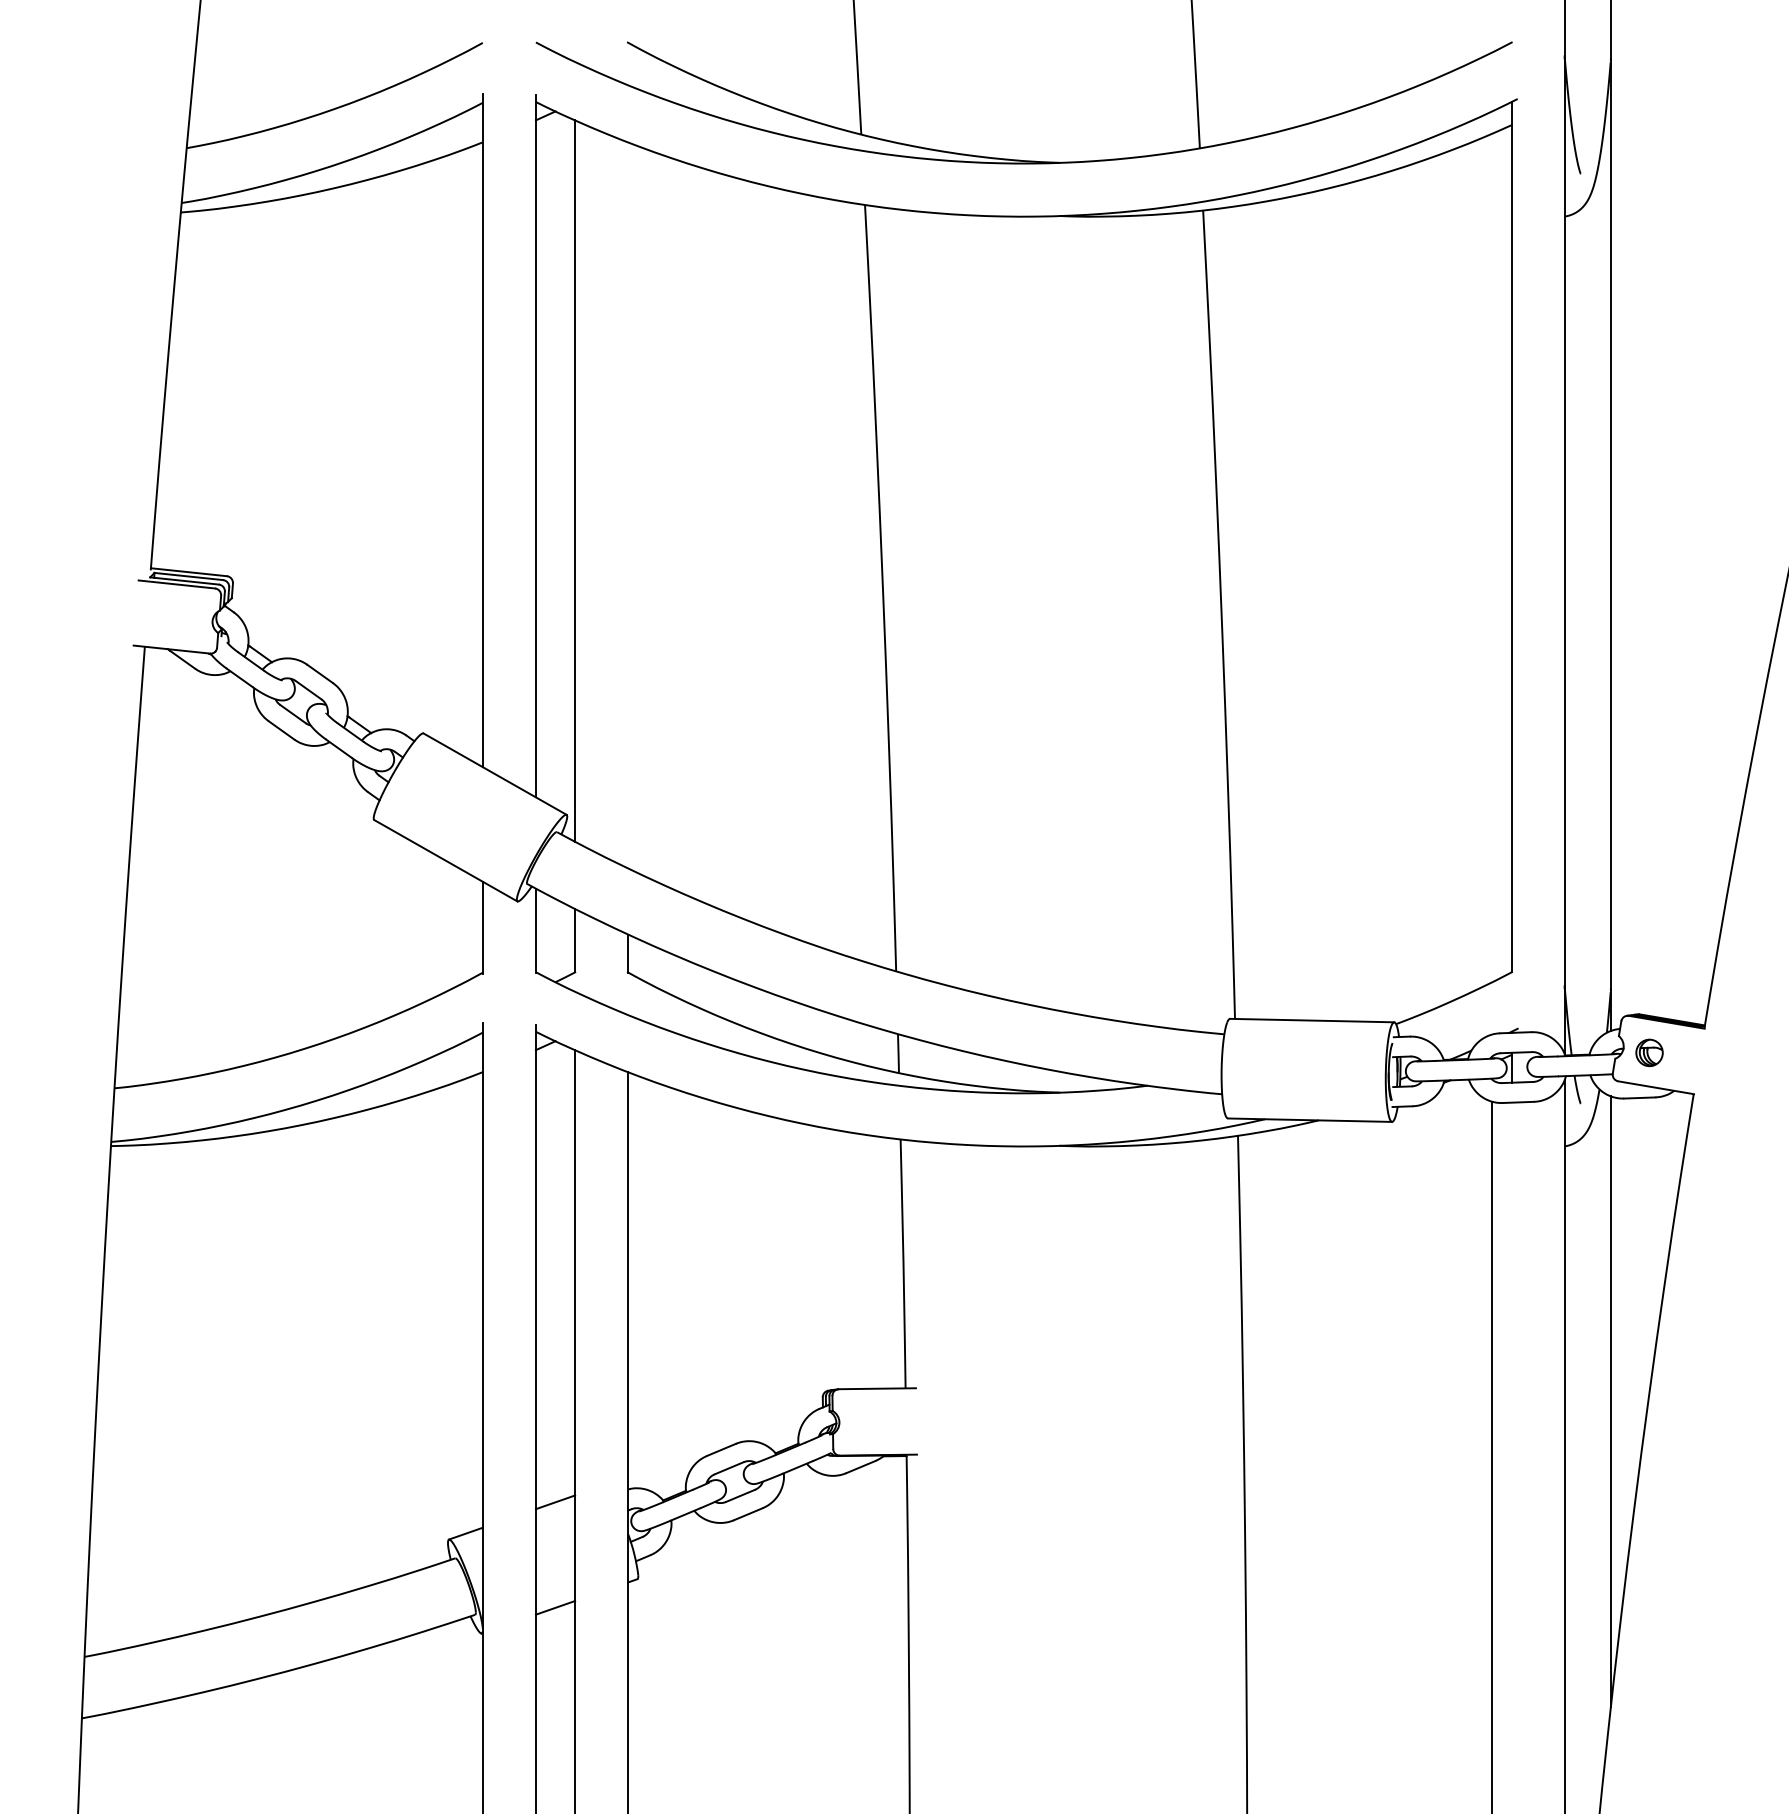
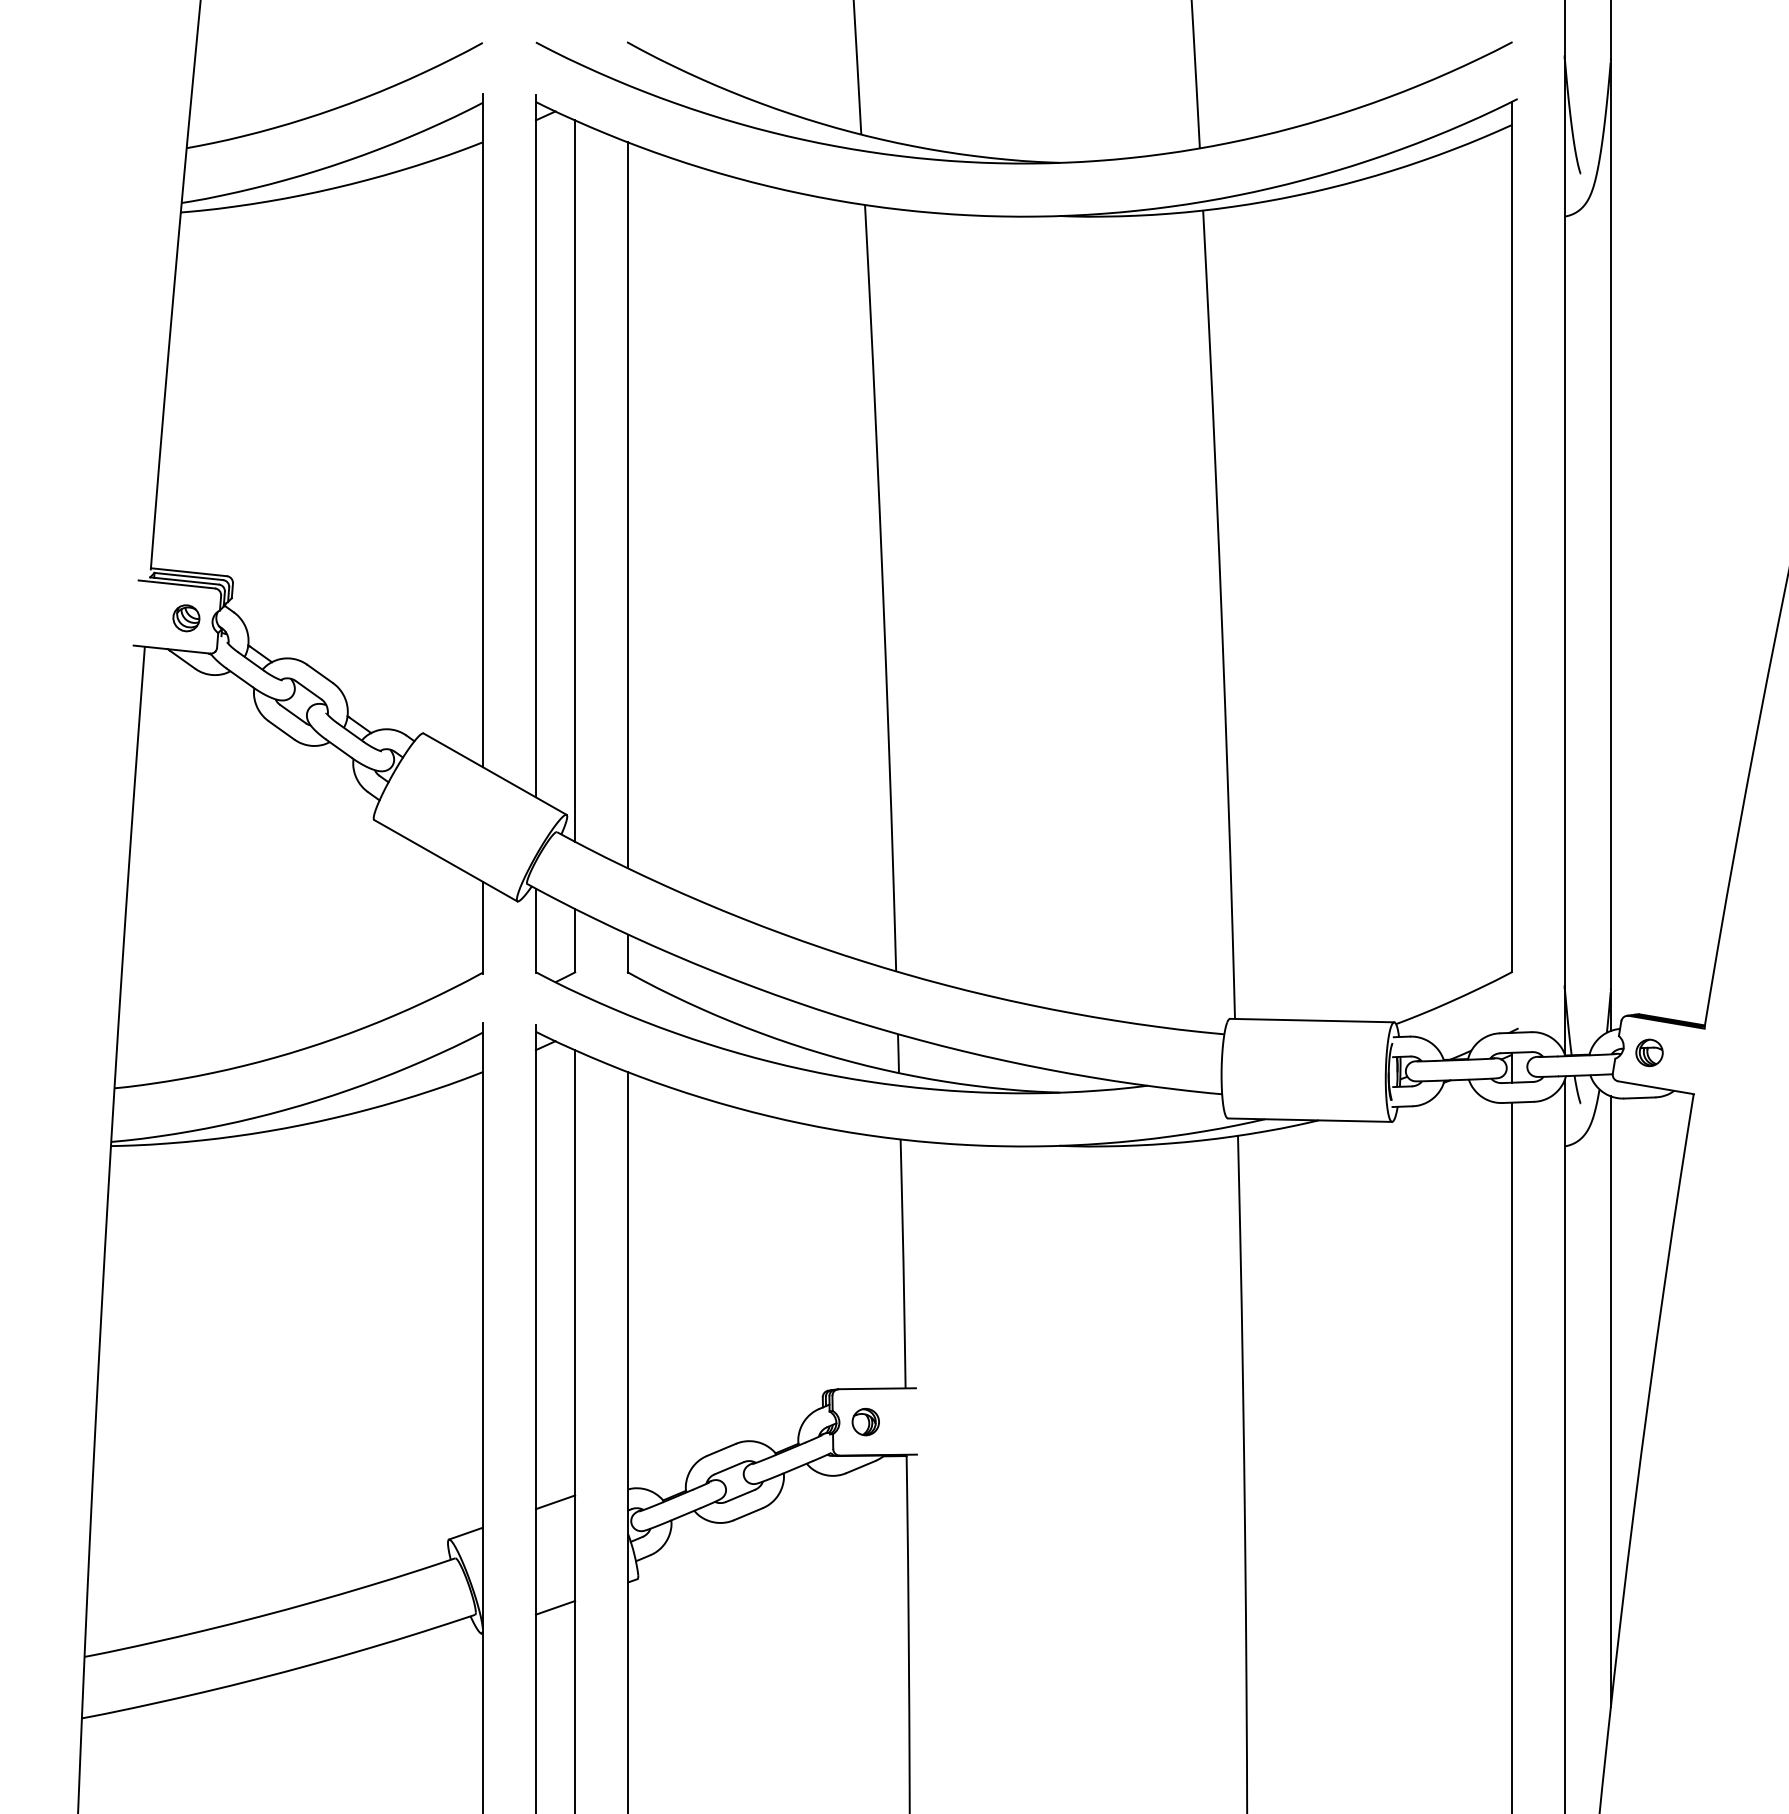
line at (628, 505): none -> present
part at (186, 618): none -> present
part at (865, 1422): none -> present
line at (1491, 1456) position: (1491, 1456) -> (1511, 1456)
